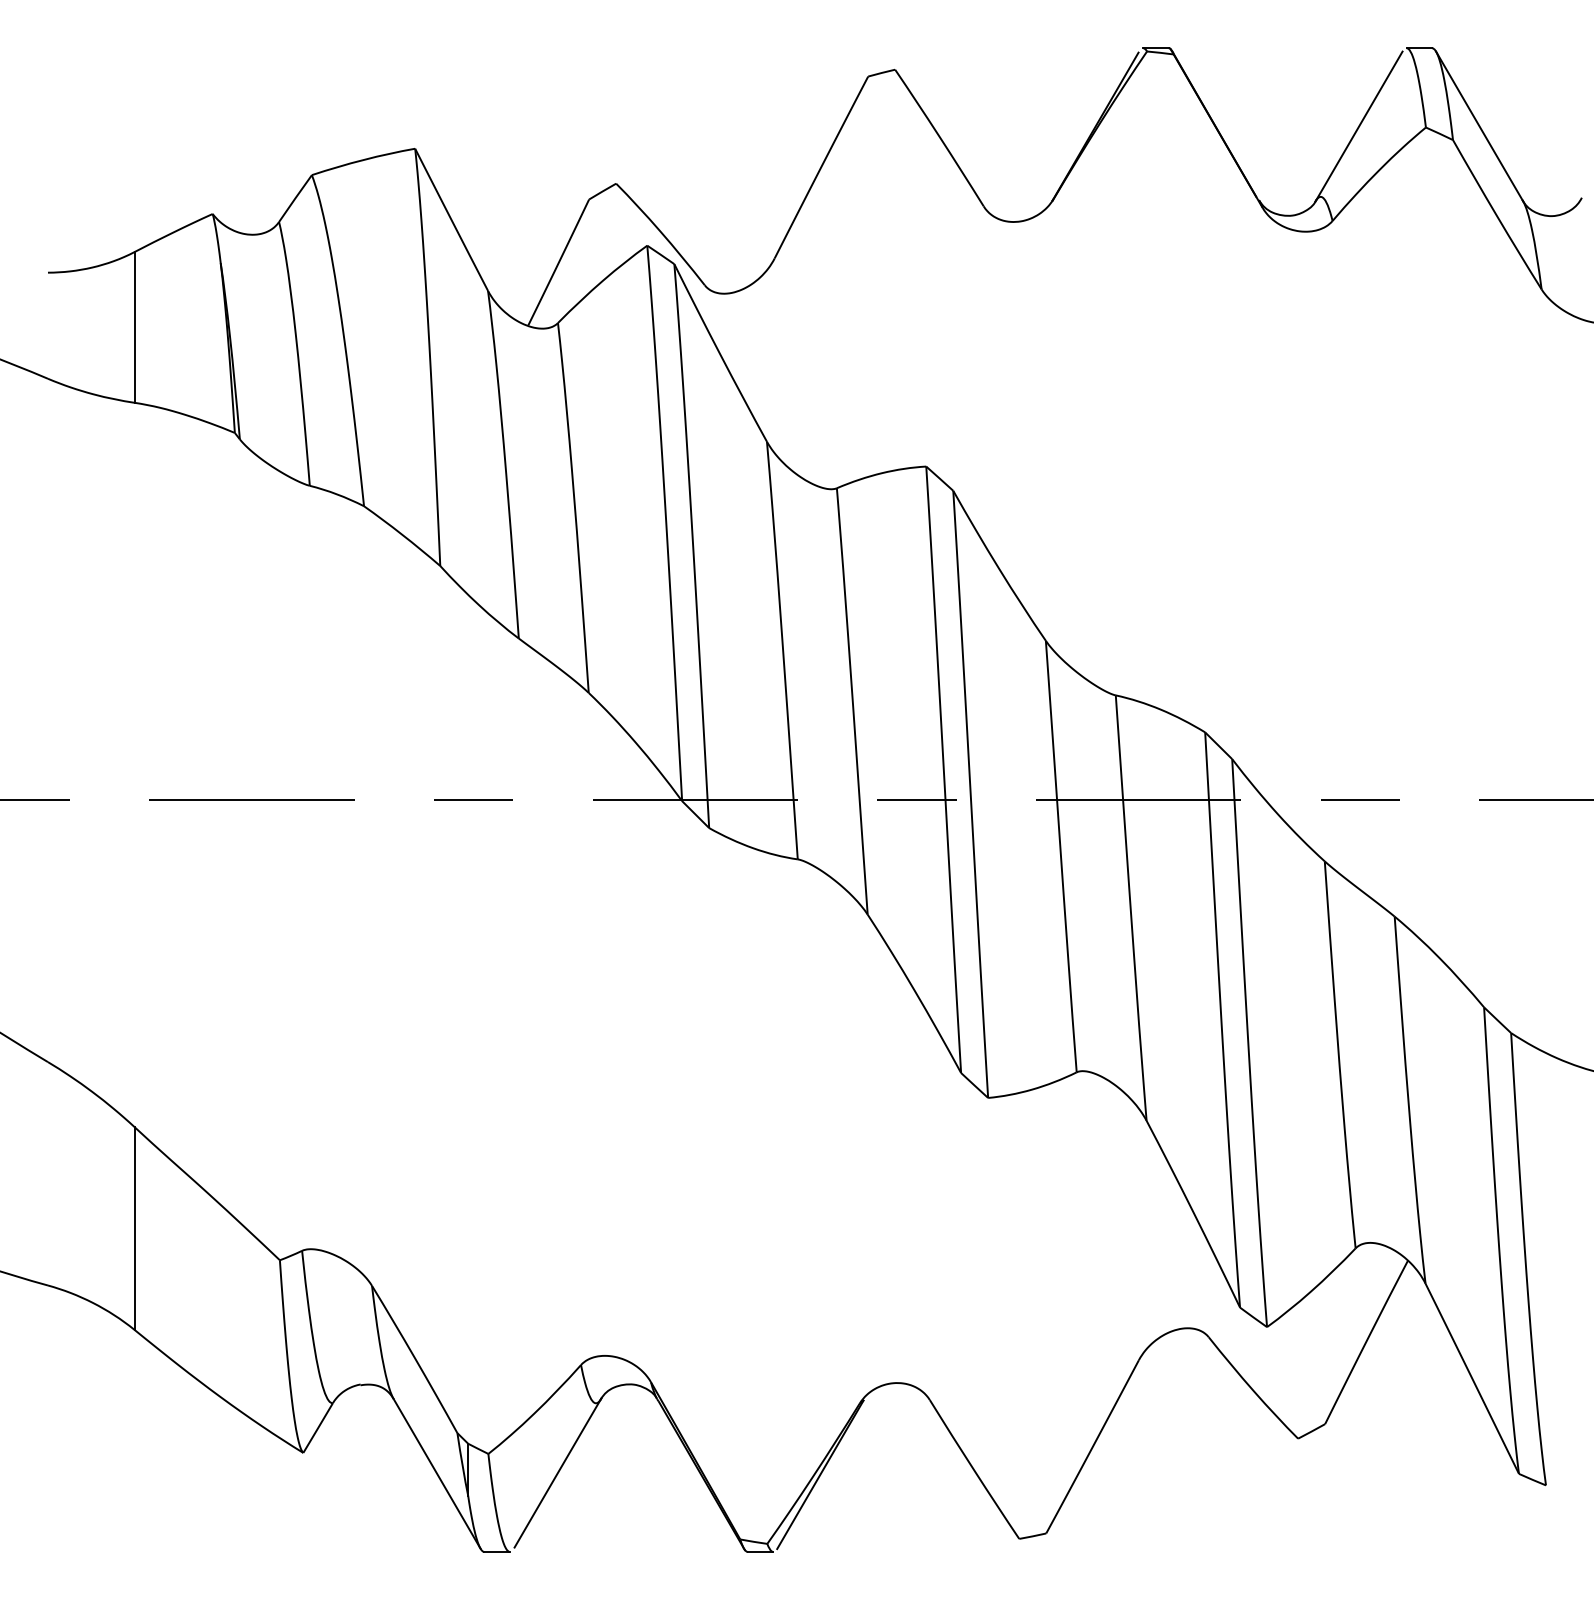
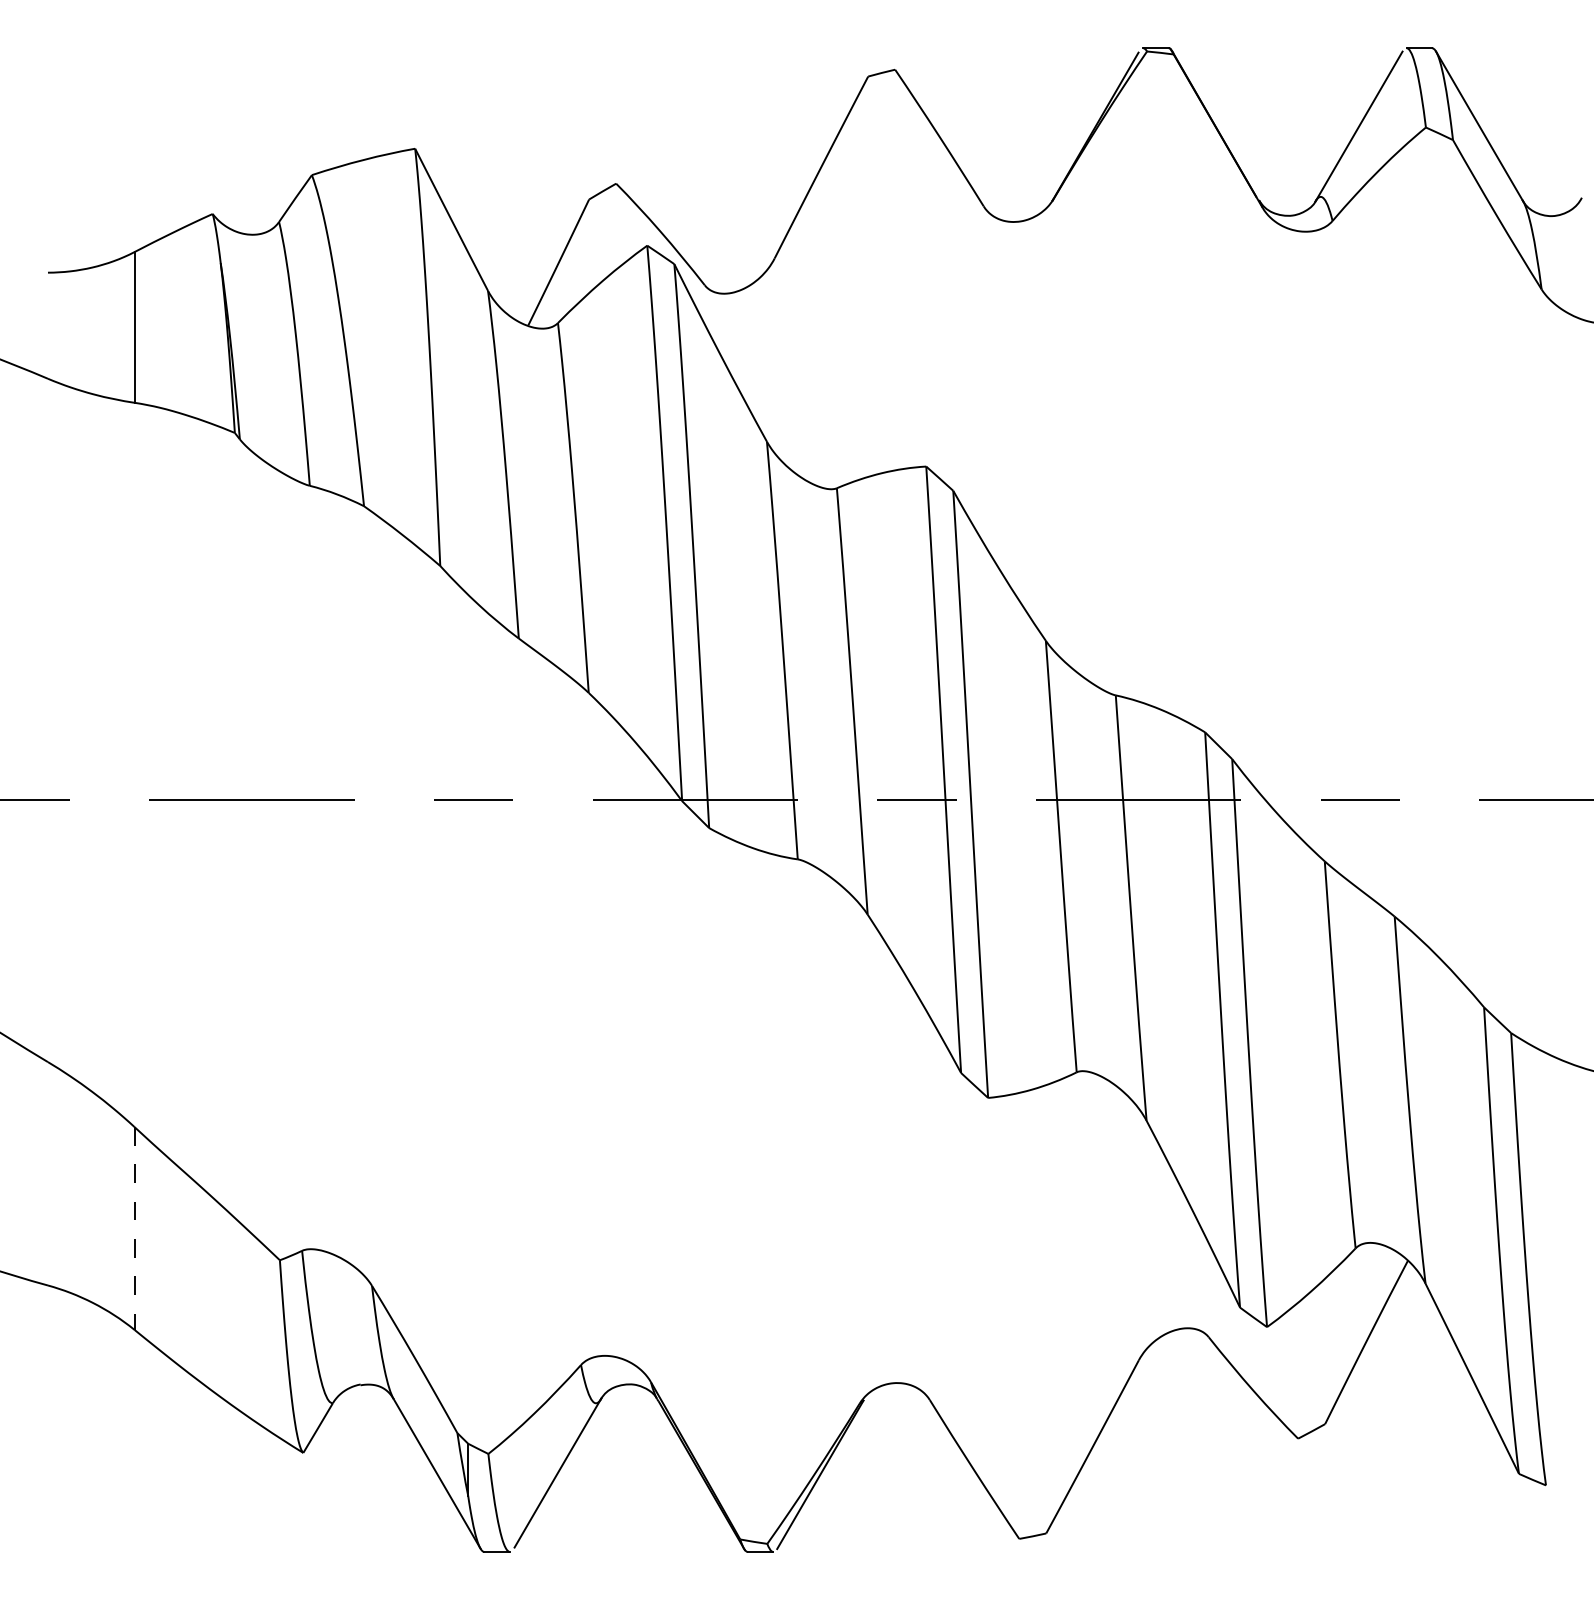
line at (134, 1228): solid -> dashed
